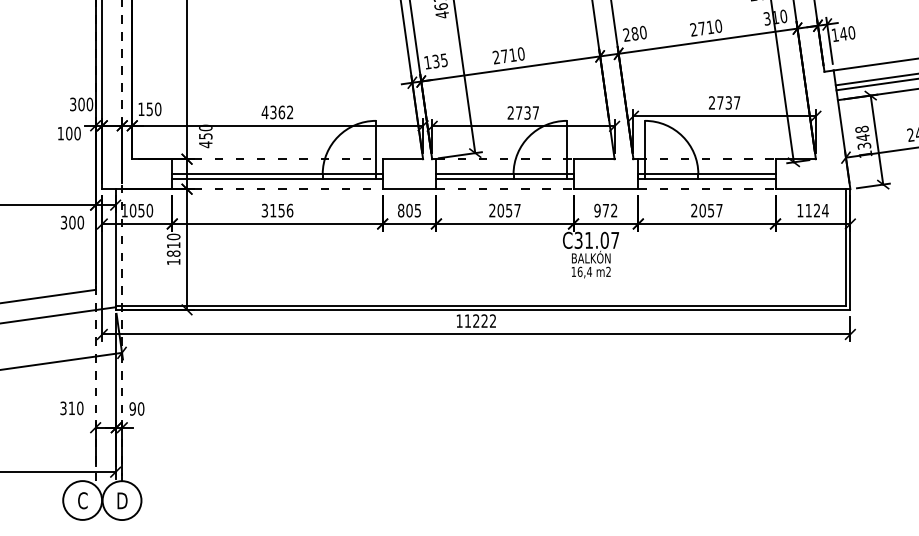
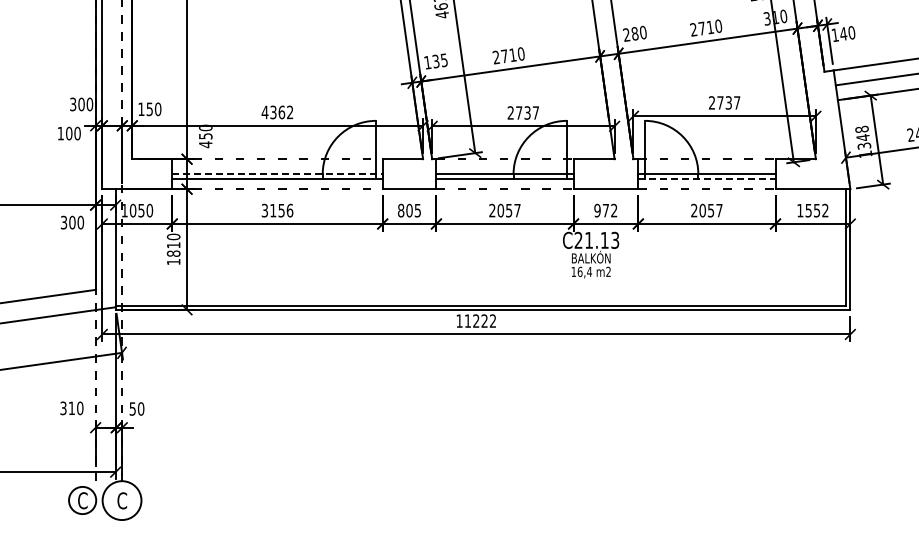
line at (875, 84): present -> none
line at (278, 174): solid -> dashed
line at (706, 179): solid -> dashed
text at (816, 210): 1124 -> 1552
text at (596, 239): C31.07 -> C21.13
text at (132, 408): 90 -> 50
circle at (82, 500) diameter: 39 px -> 27 px
text at (122, 500): D -> C
